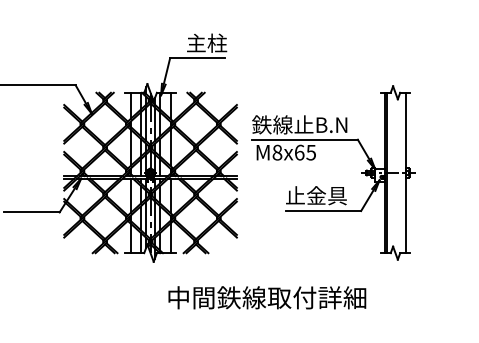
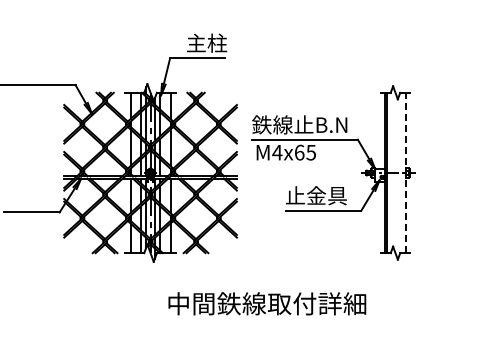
text at (277, 152): M8x65 -> M4x65
line at (406, 172): solid -> dashed
text at (267, 297) position: (267, 297) -> (267, 303)
